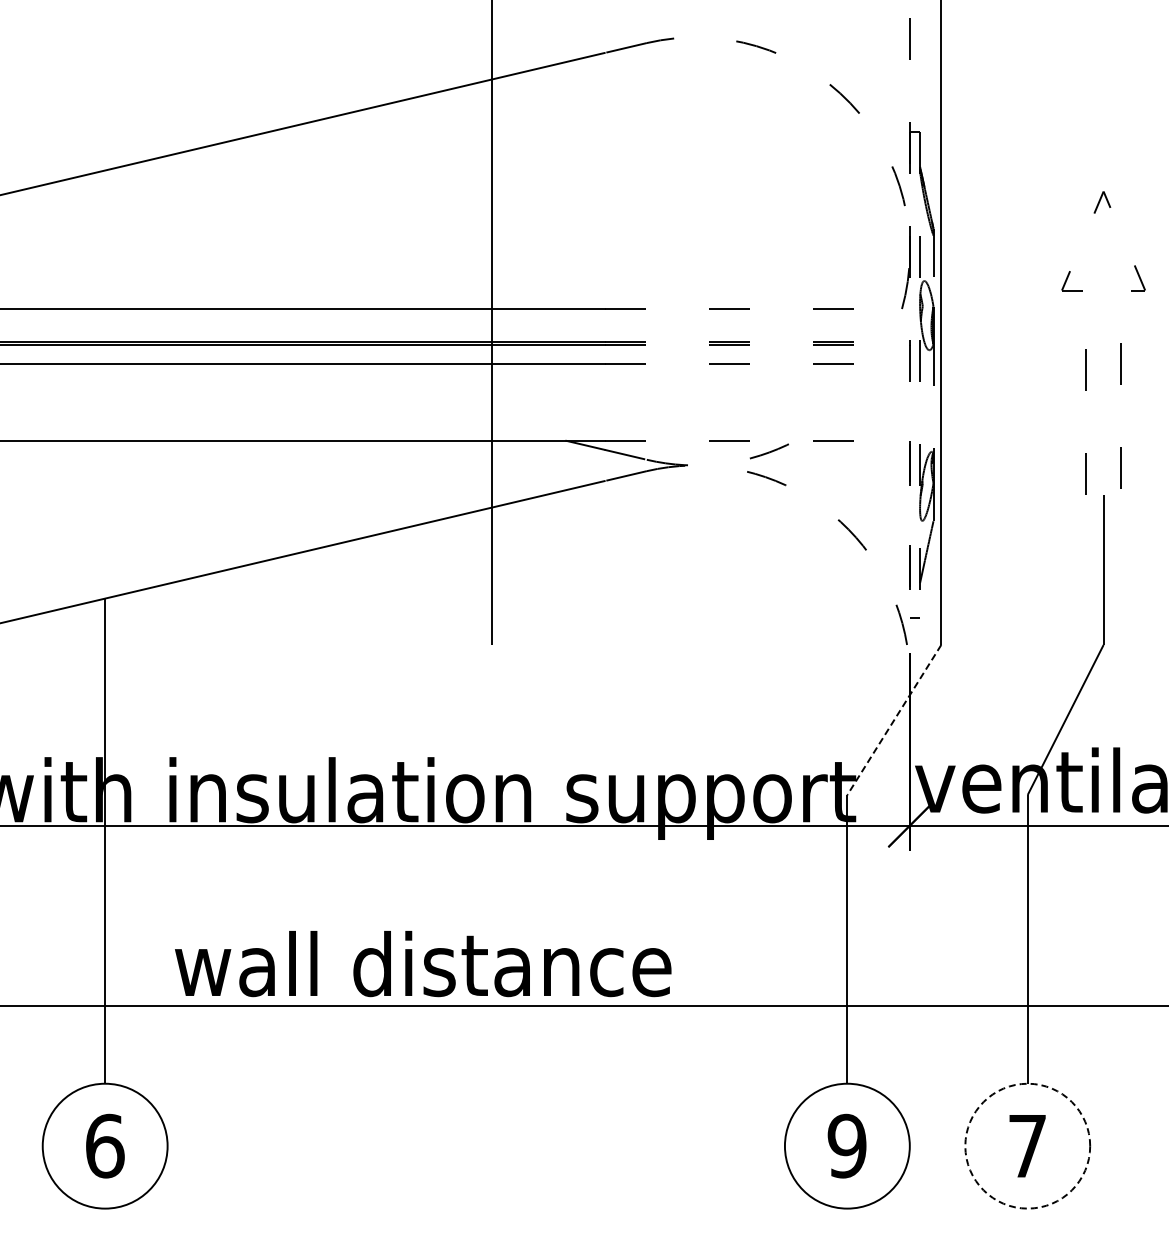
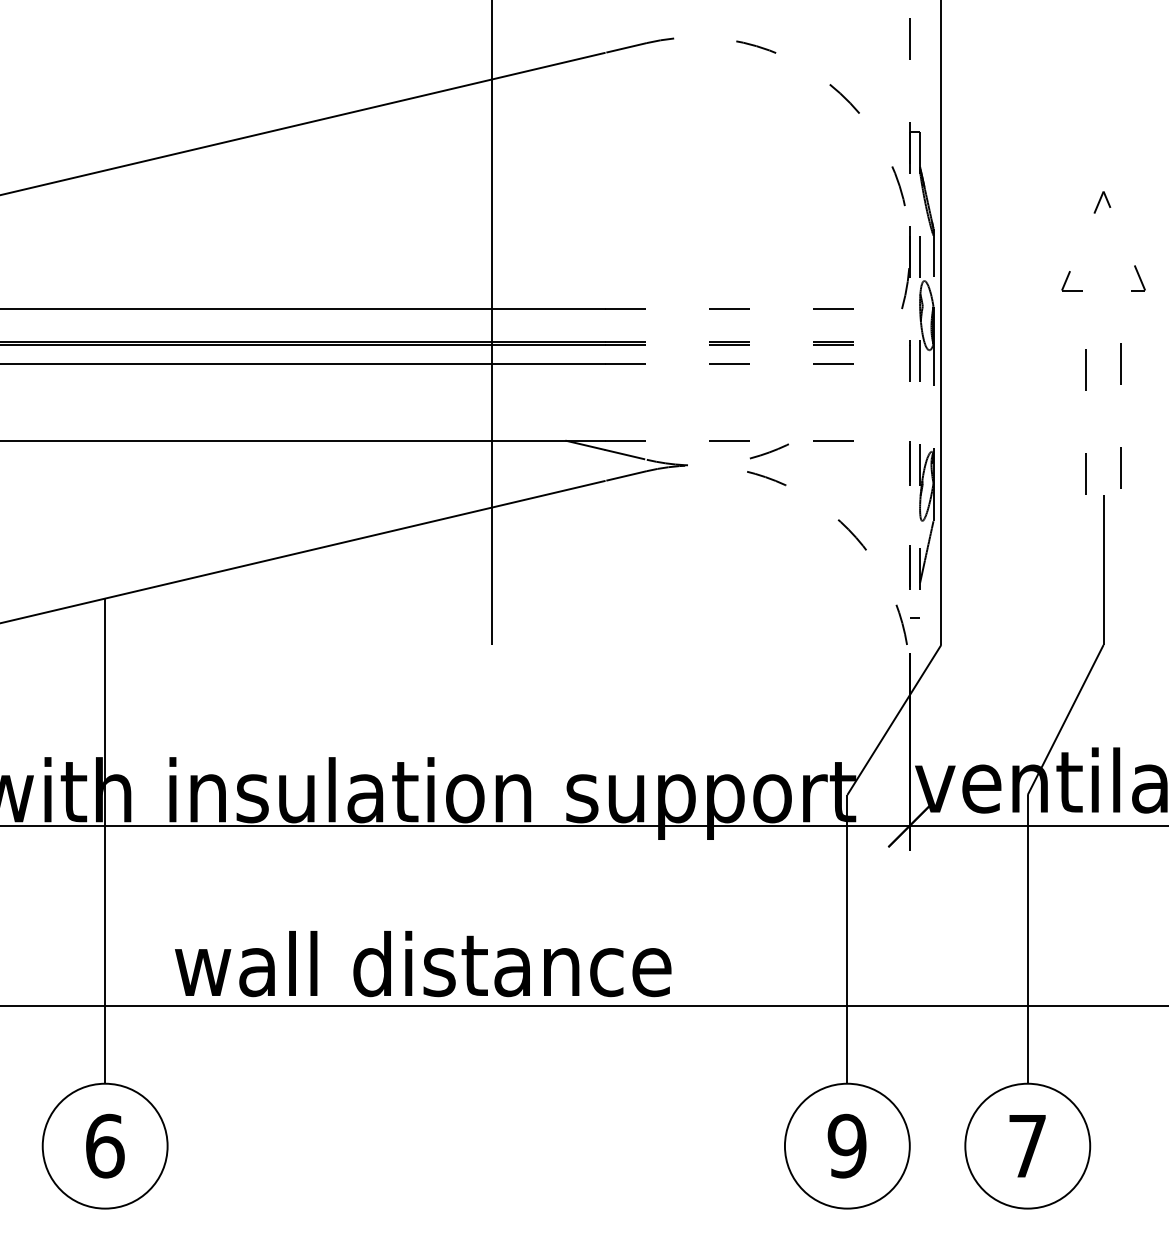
line at (894, 720): dashed -> solid
circle at (1027, 1145): dashed -> solid
